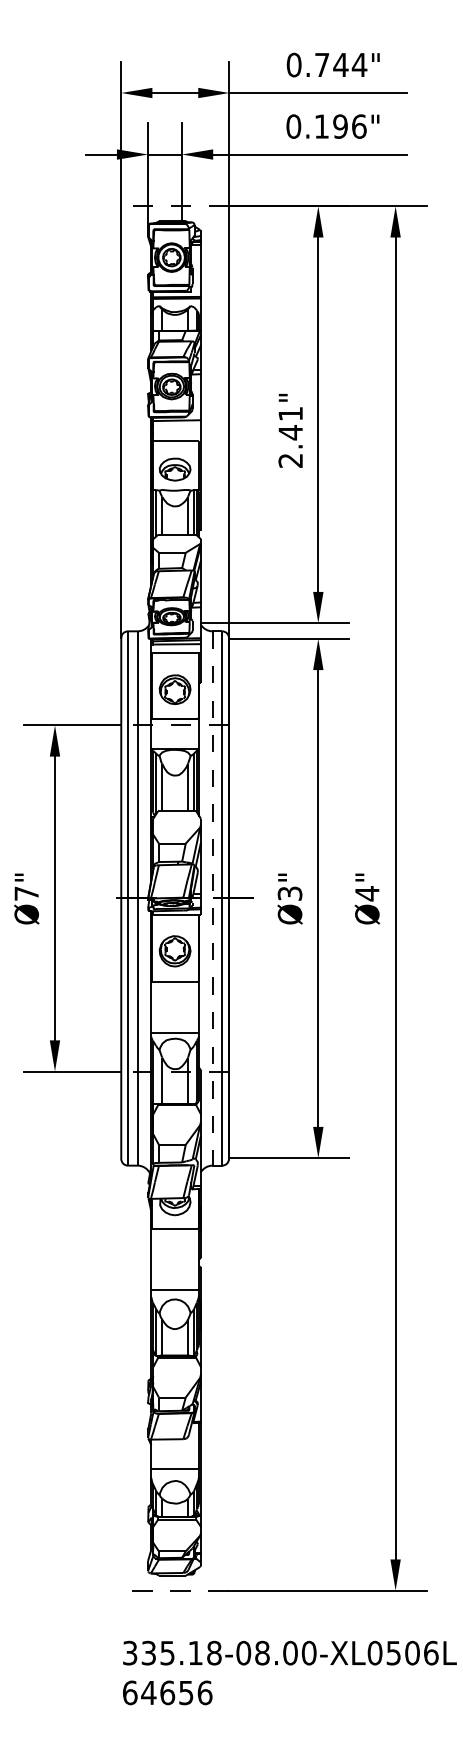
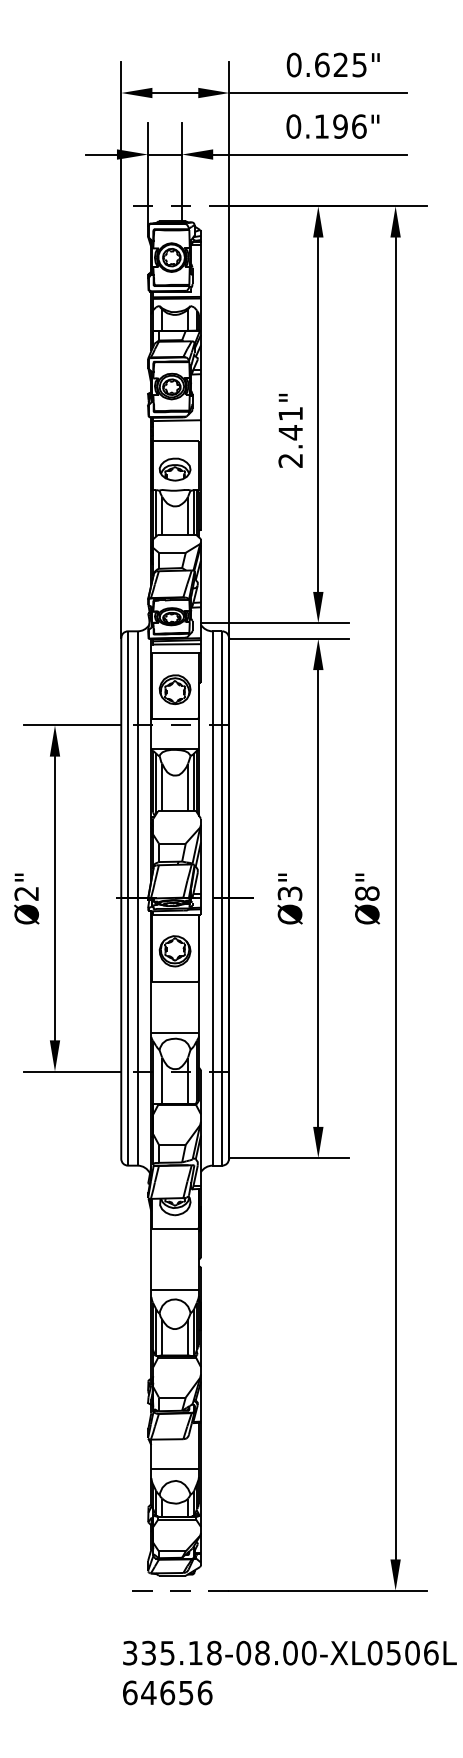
text at (341, 64): 0.744" -> 0.625"
text at (26, 893): Ø7" -> Ø2"
text at (367, 893): Ø4" -> Ø8"
line at (212, 898): dashed -> solid
